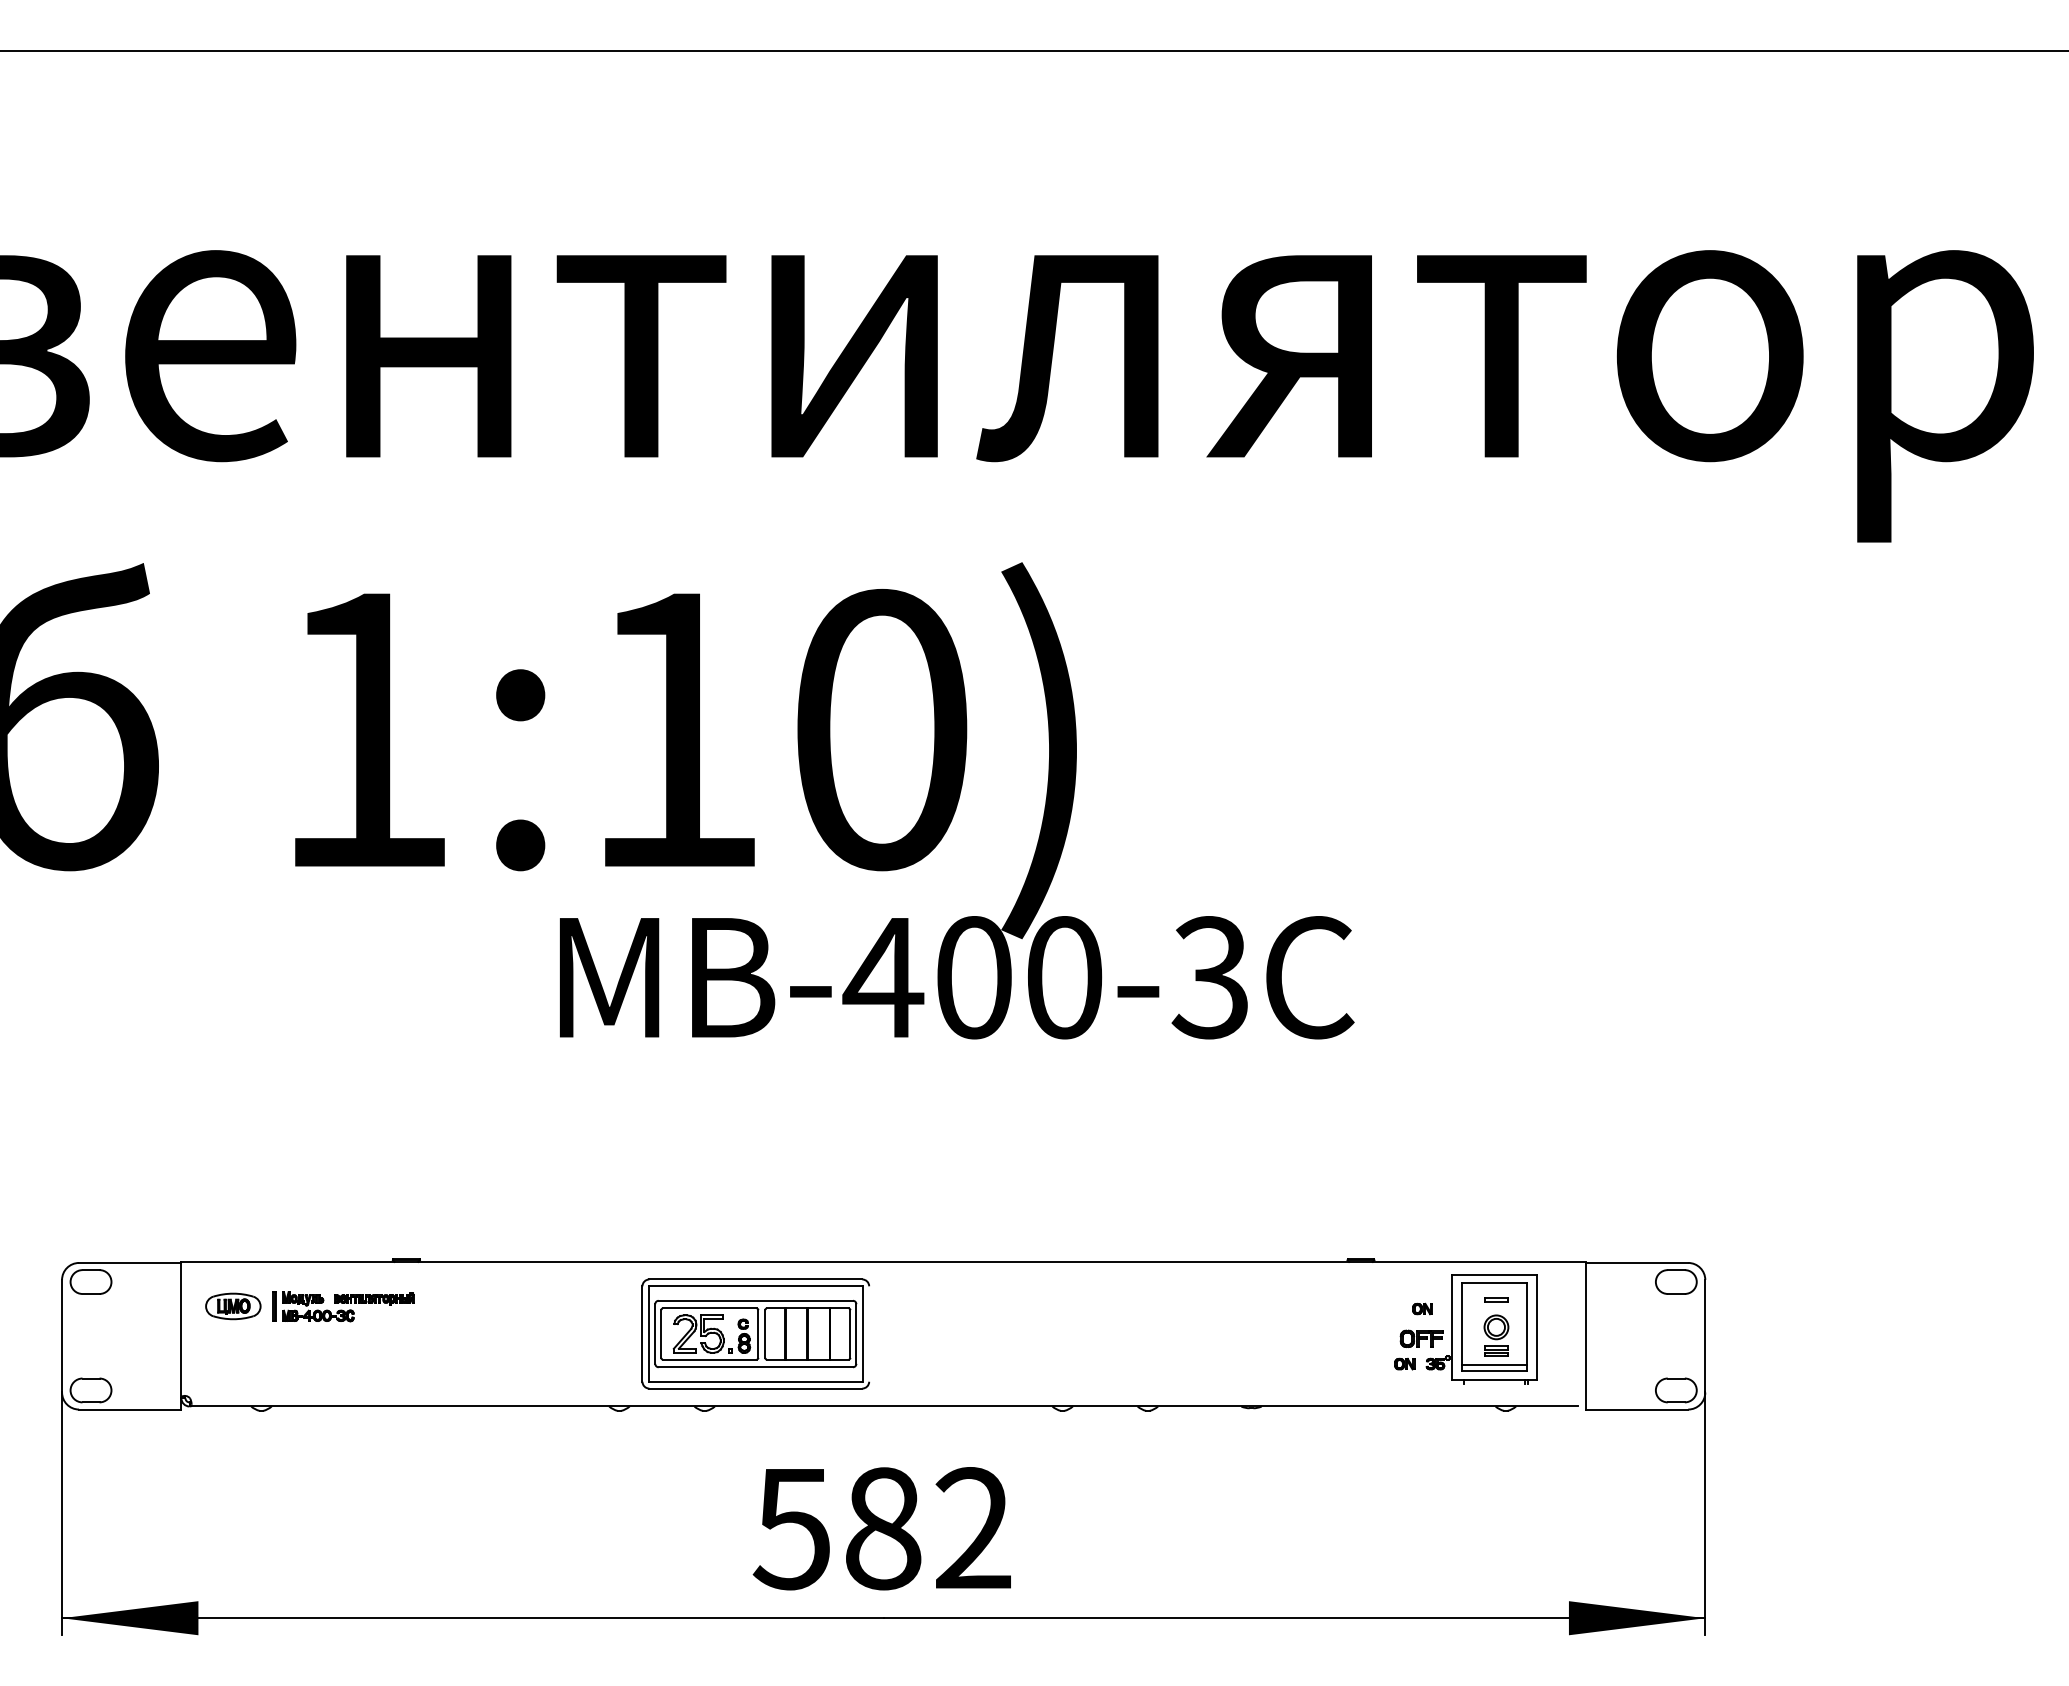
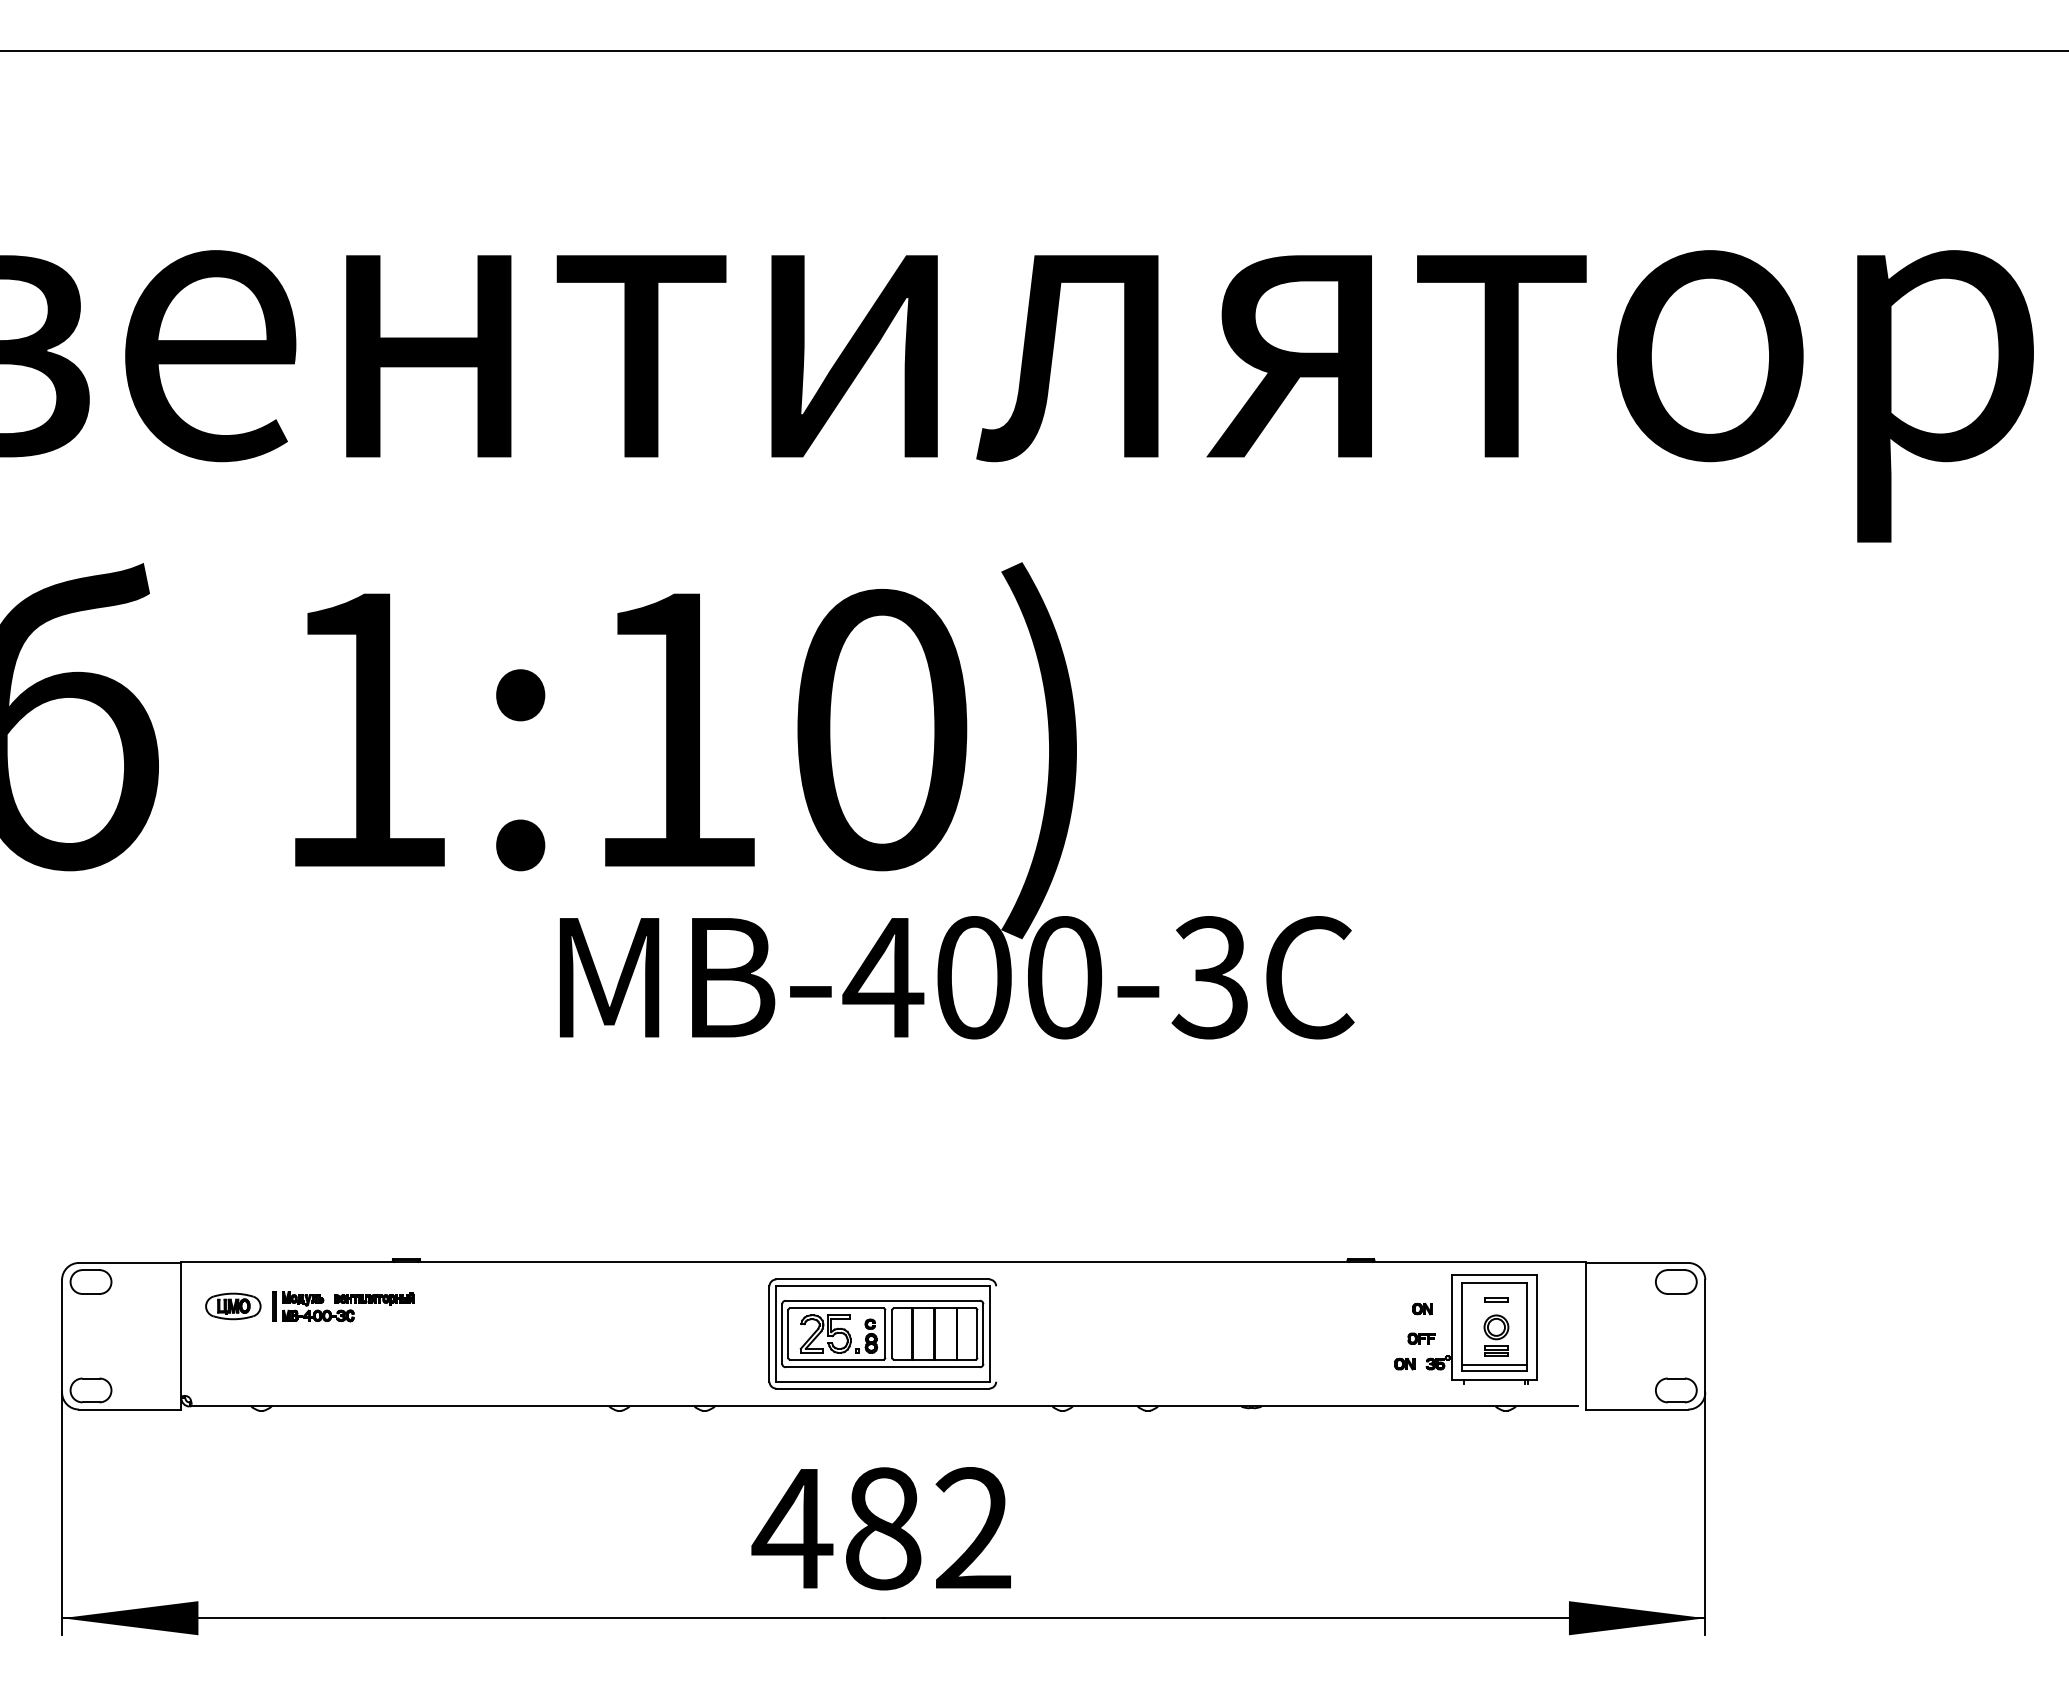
part at (755, 1333) position: (755, 1333) -> (882, 1333)
part at (1421, 1338) size: 45x19 px -> 29x13 px
text at (792, 1529): 582 -> 482
